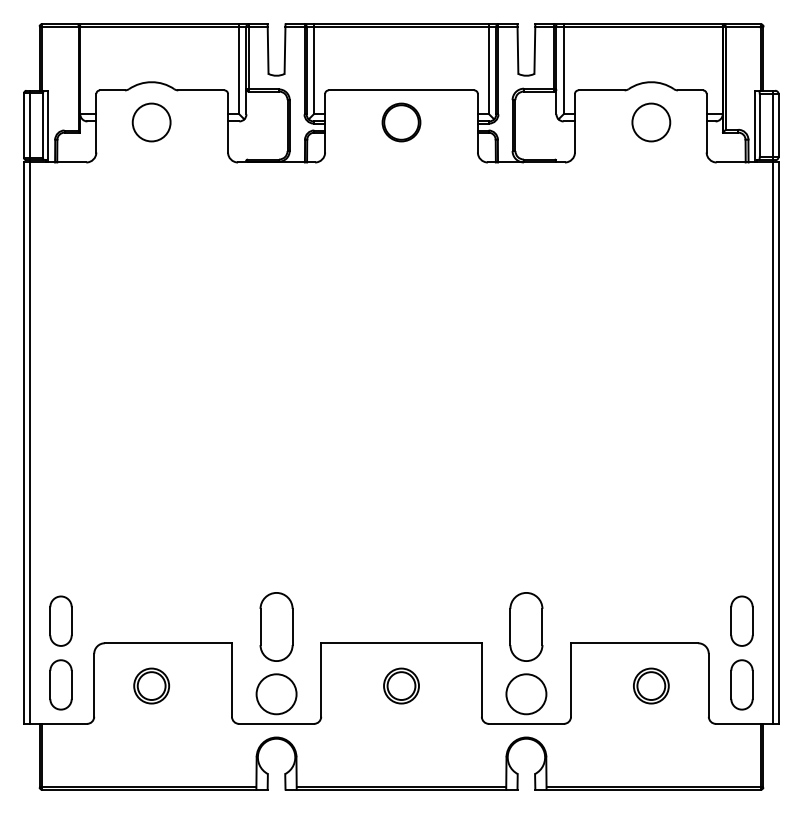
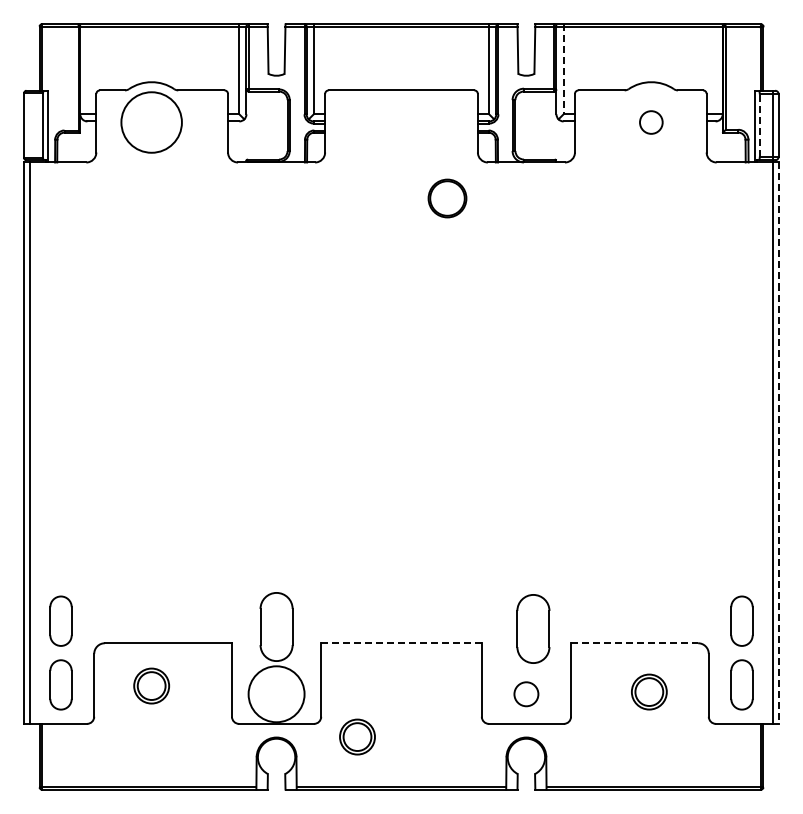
line at (563, 69): solid -> dashed
circle at (151, 122) diameter: 38 px -> 61 px
part at (401, 122) position: (401, 122) -> (447, 198)
circle at (651, 122) diameter: 38 px -> 23 px
line at (29, 125): present -> none
line at (759, 125): solid -> dashed
line at (778, 443): solid -> dashed
part at (526, 626) position: (526, 626) -> (533, 628)
line at (402, 643): solid -> dashed
line at (634, 643): solid -> dashed
part at (401, 685) position: (401, 685) -> (357, 736)
part at (651, 685) position: (651, 685) -> (649, 691)
circle at (276, 694) diameter: 40 px -> 56 px
circle at (526, 694) diameter: 40 px -> 24 px
